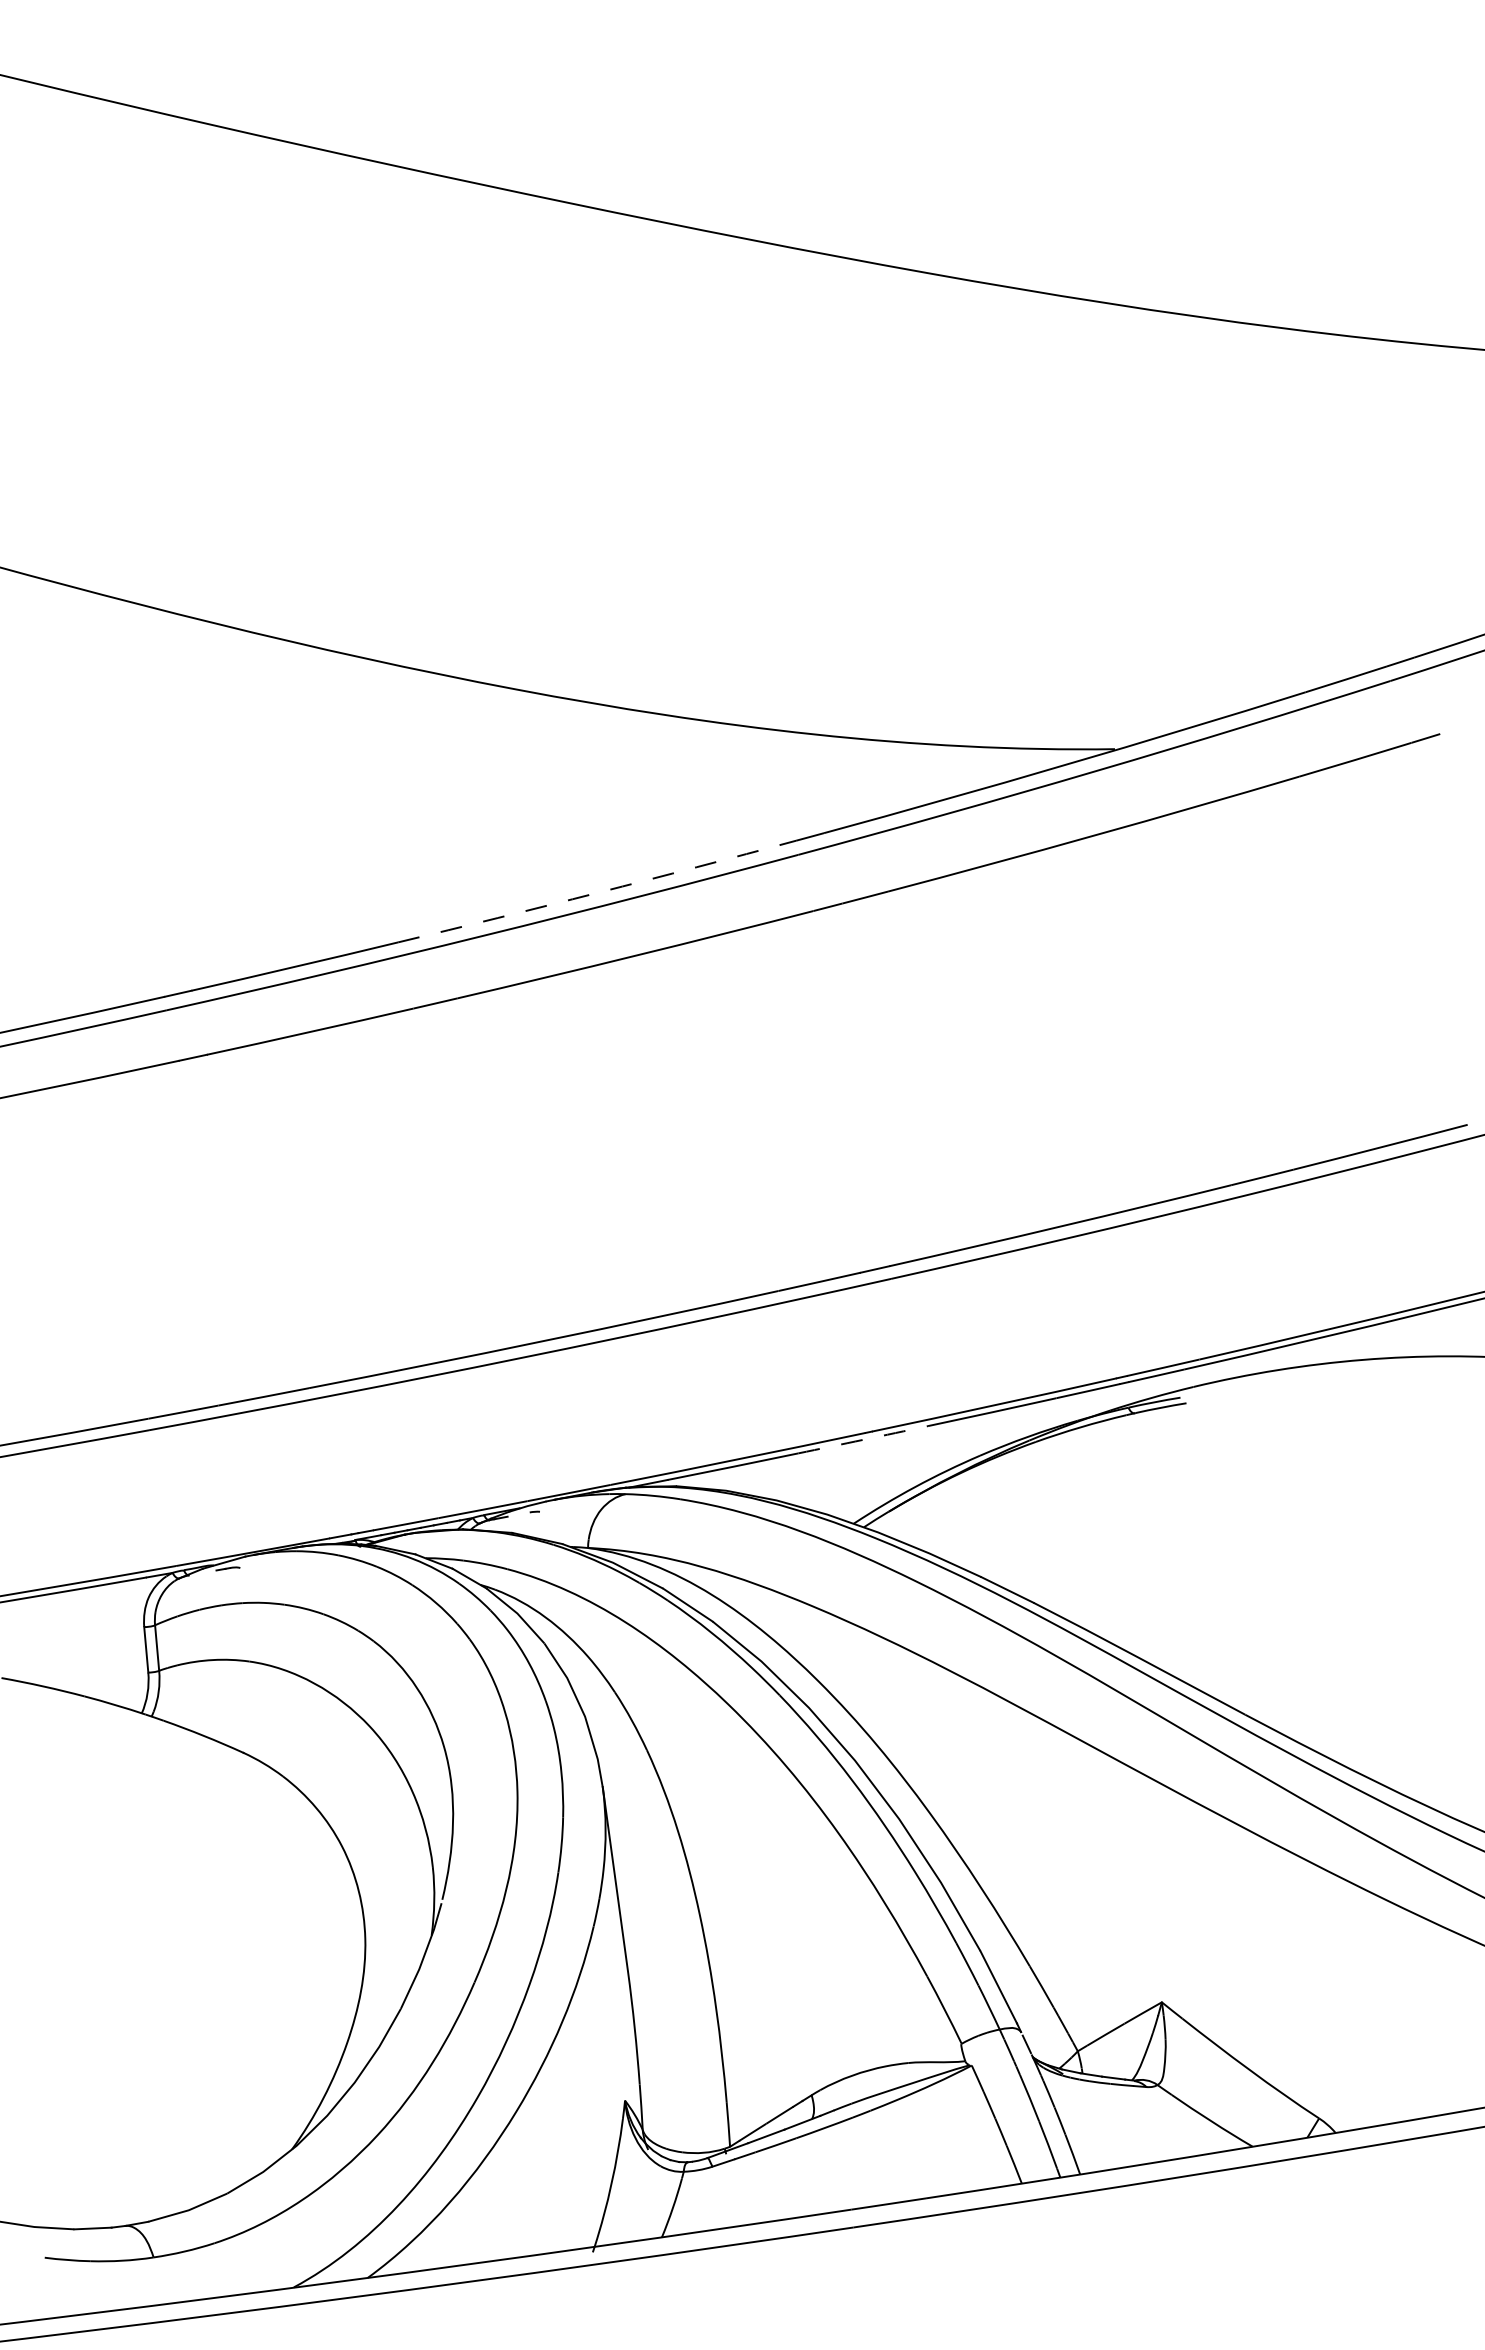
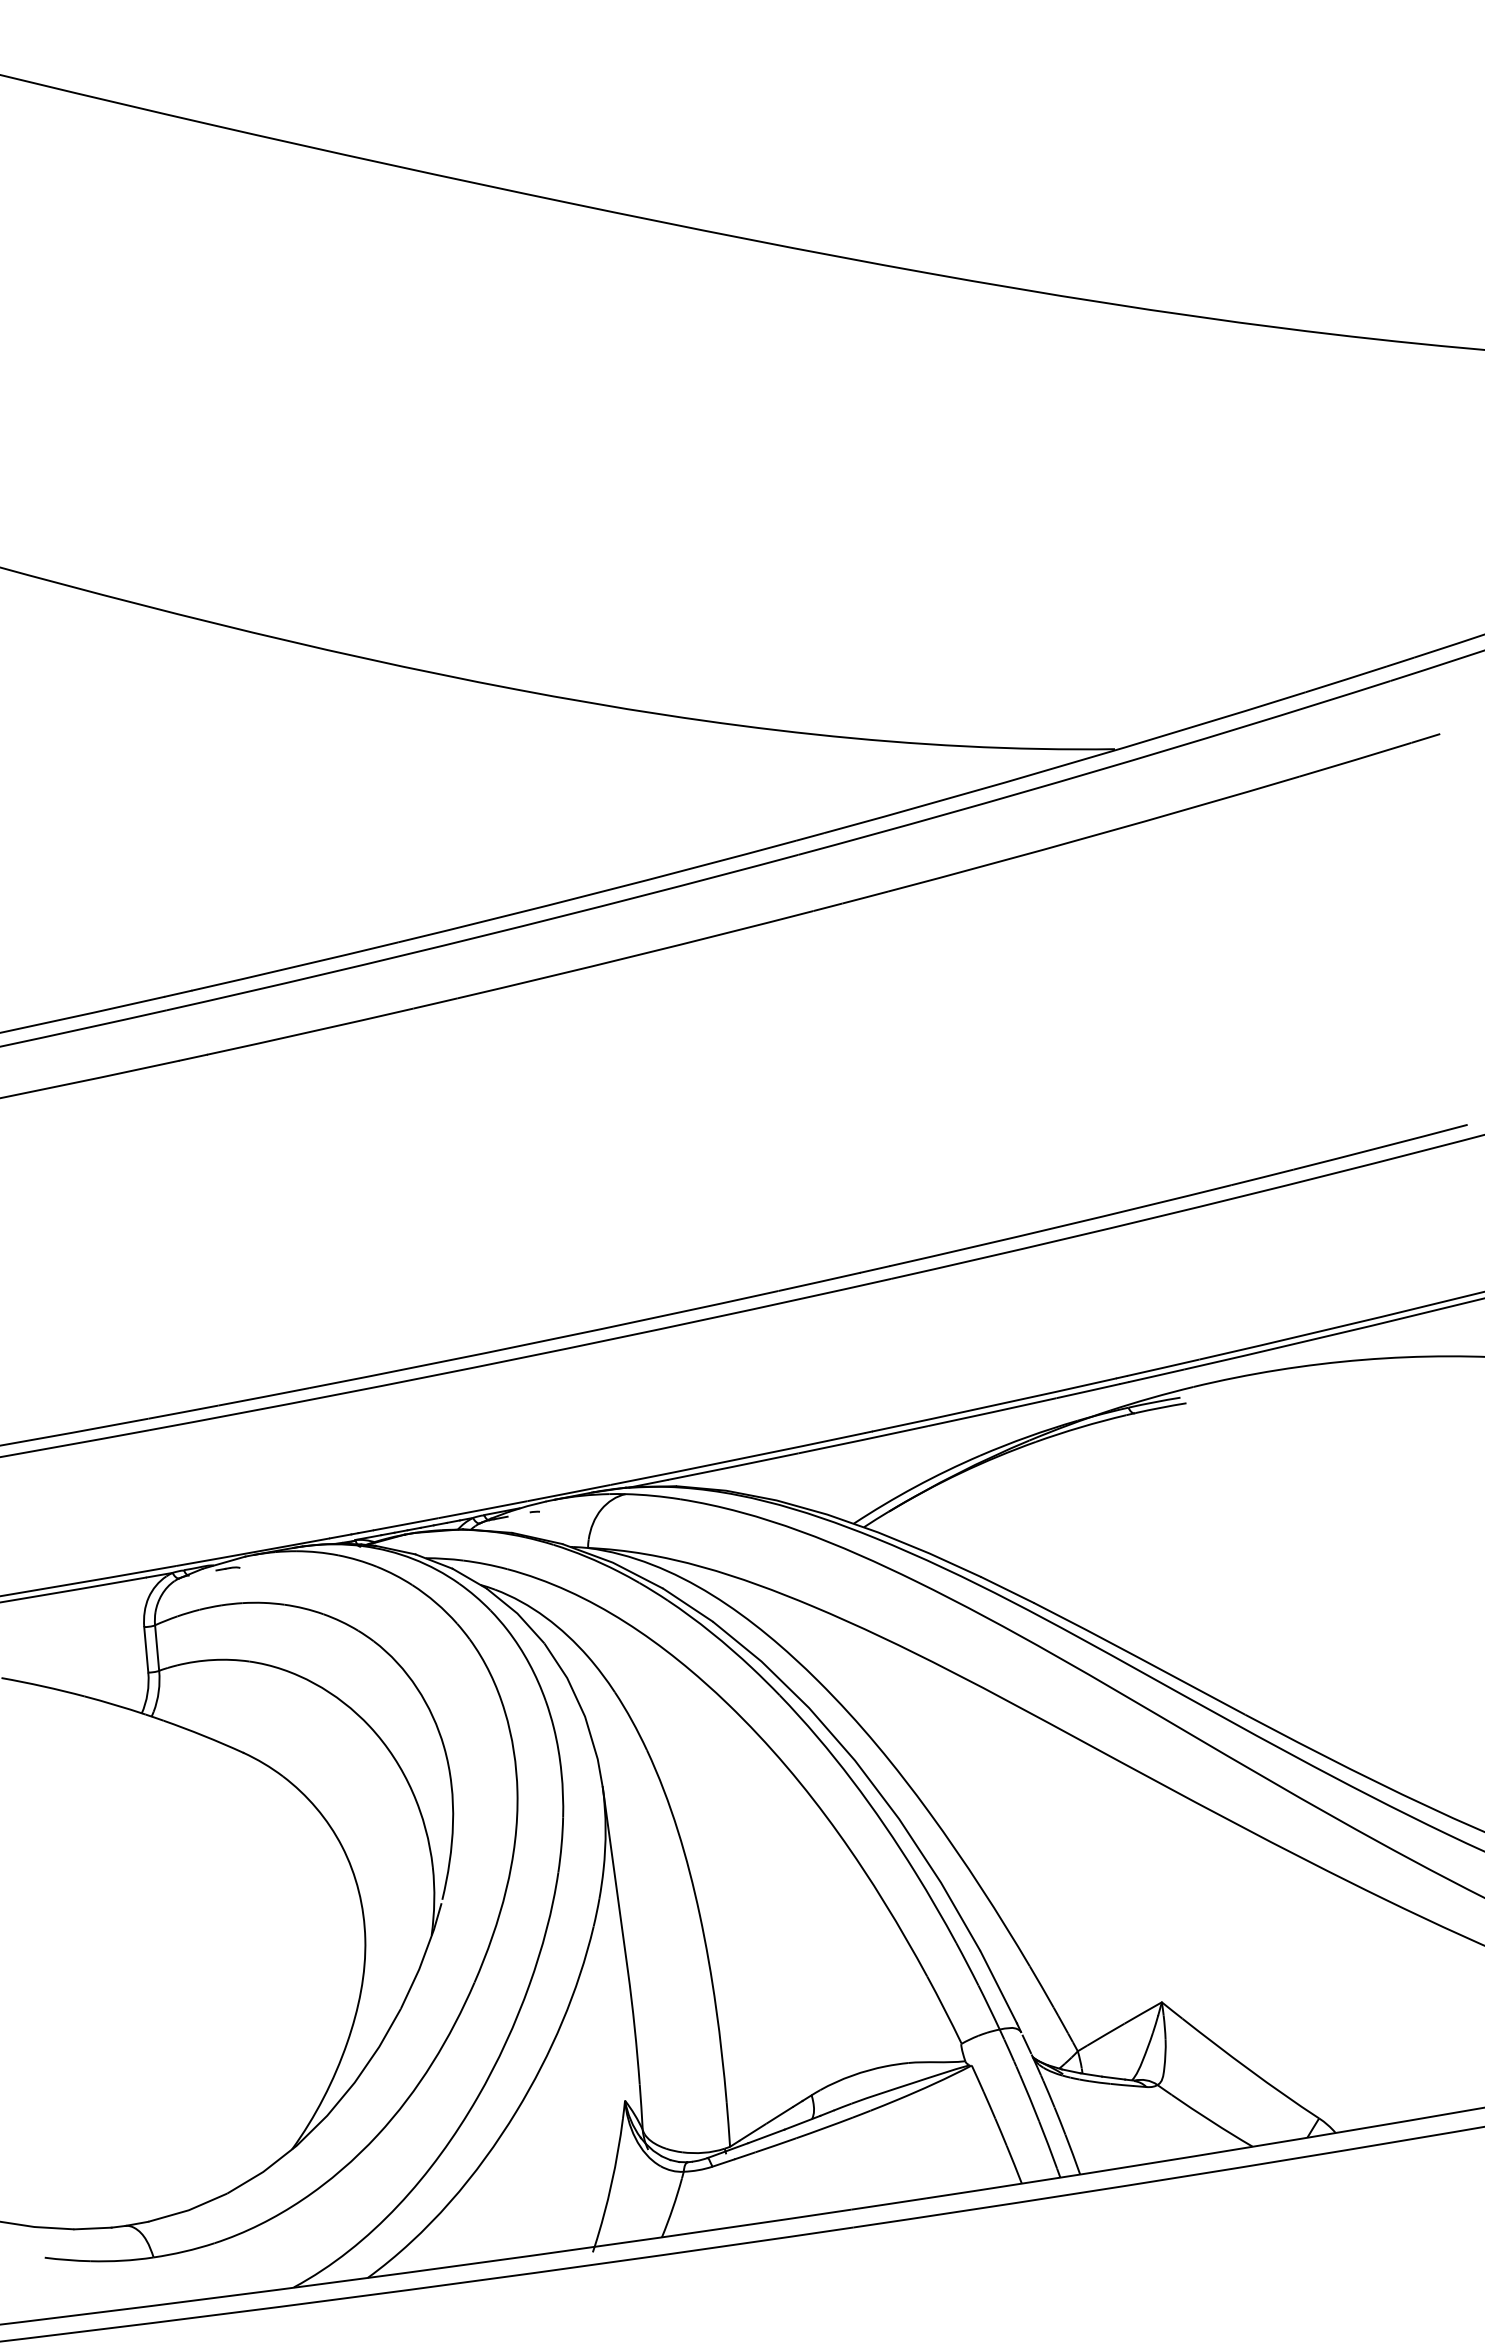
arc at (597, 892): dashed -> solid
arc at (863, 1439): dashed -> solid
